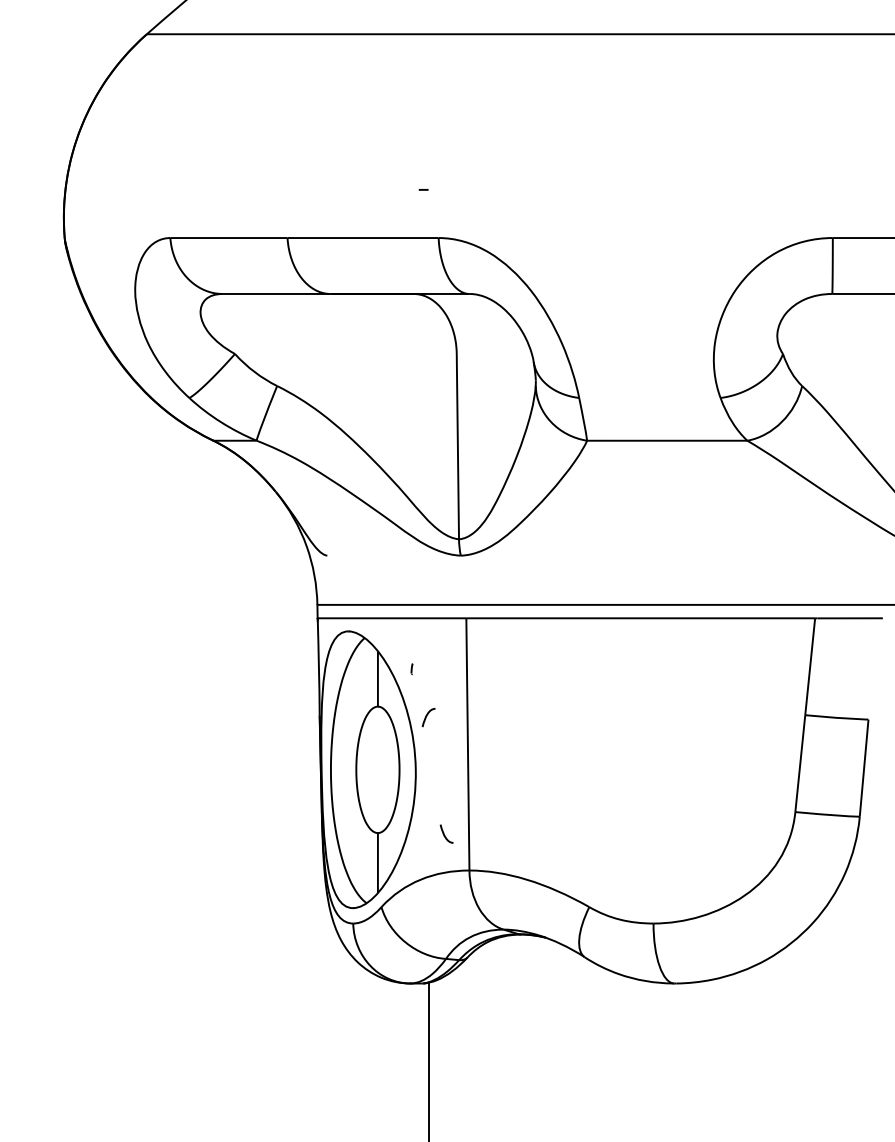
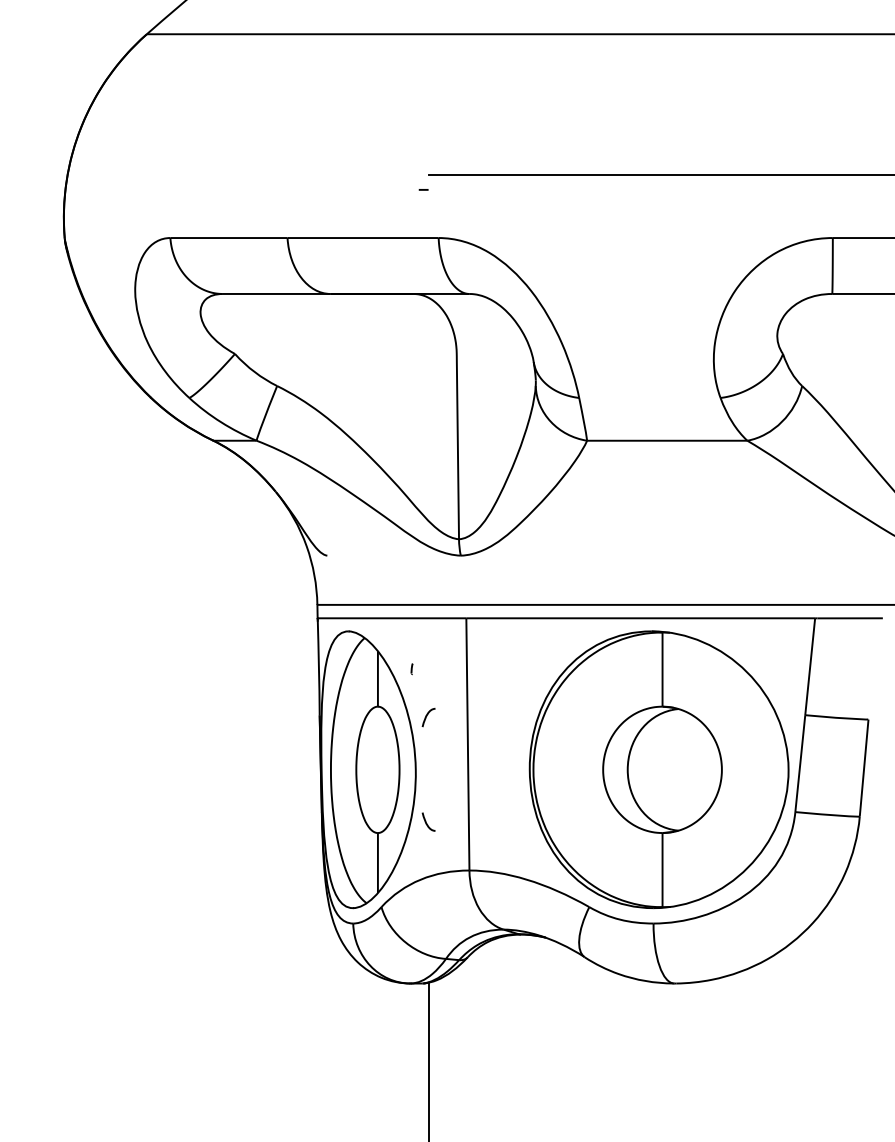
line at (659, 174): none -> present
part at (658, 769): none -> present
part at (446, 833) position: (446, 833) -> (428, 821)
